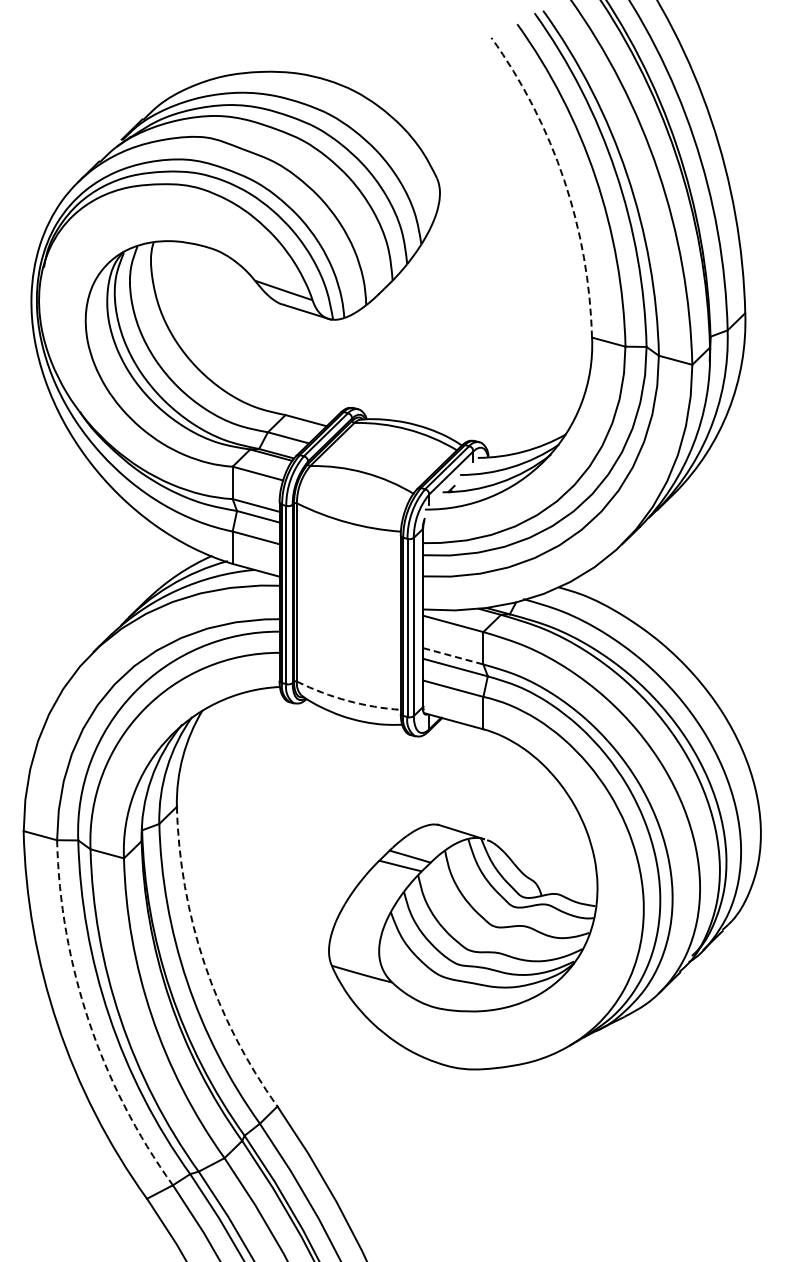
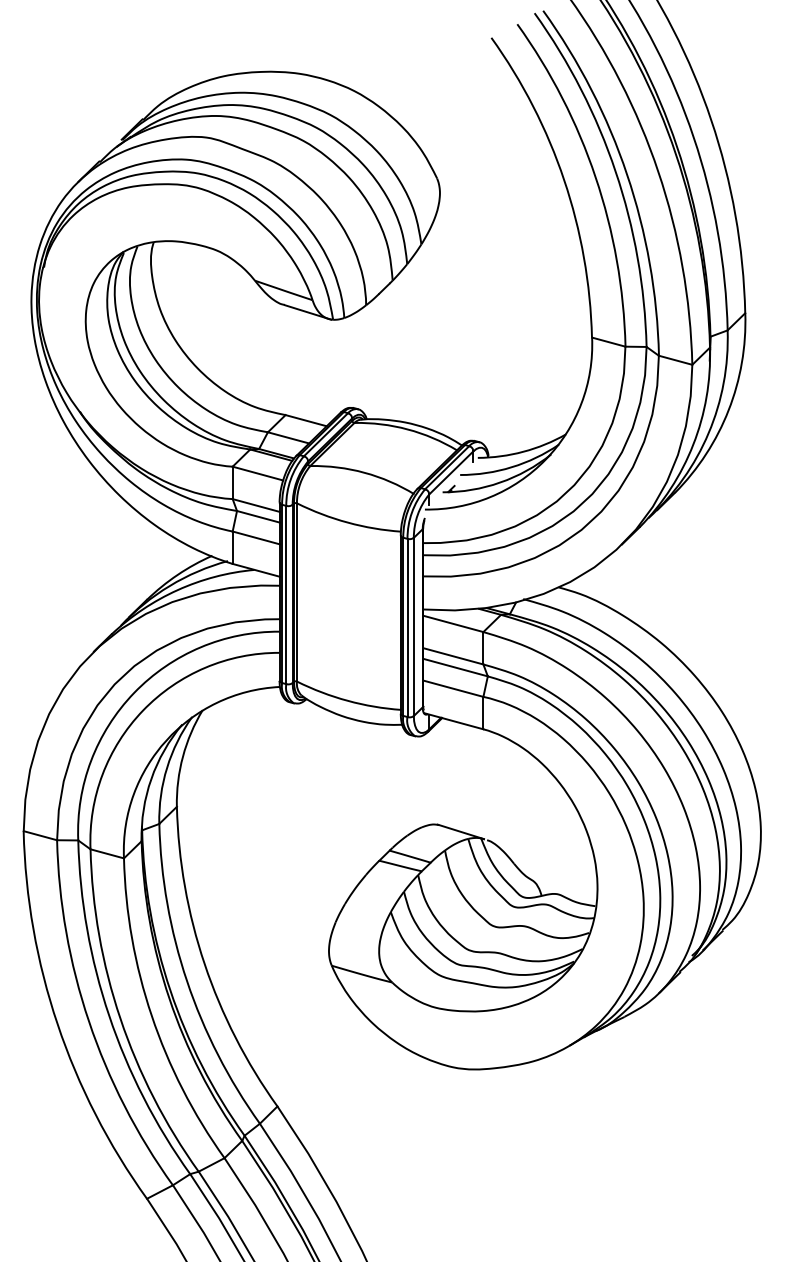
arc at (564, 180): dashed -> solid
line at (453, 656): dashed -> solid
arc at (347, 700): dashed -> solid
arc at (204, 964): dashed -> solid
arc at (88, 1021): dashed -> solid
